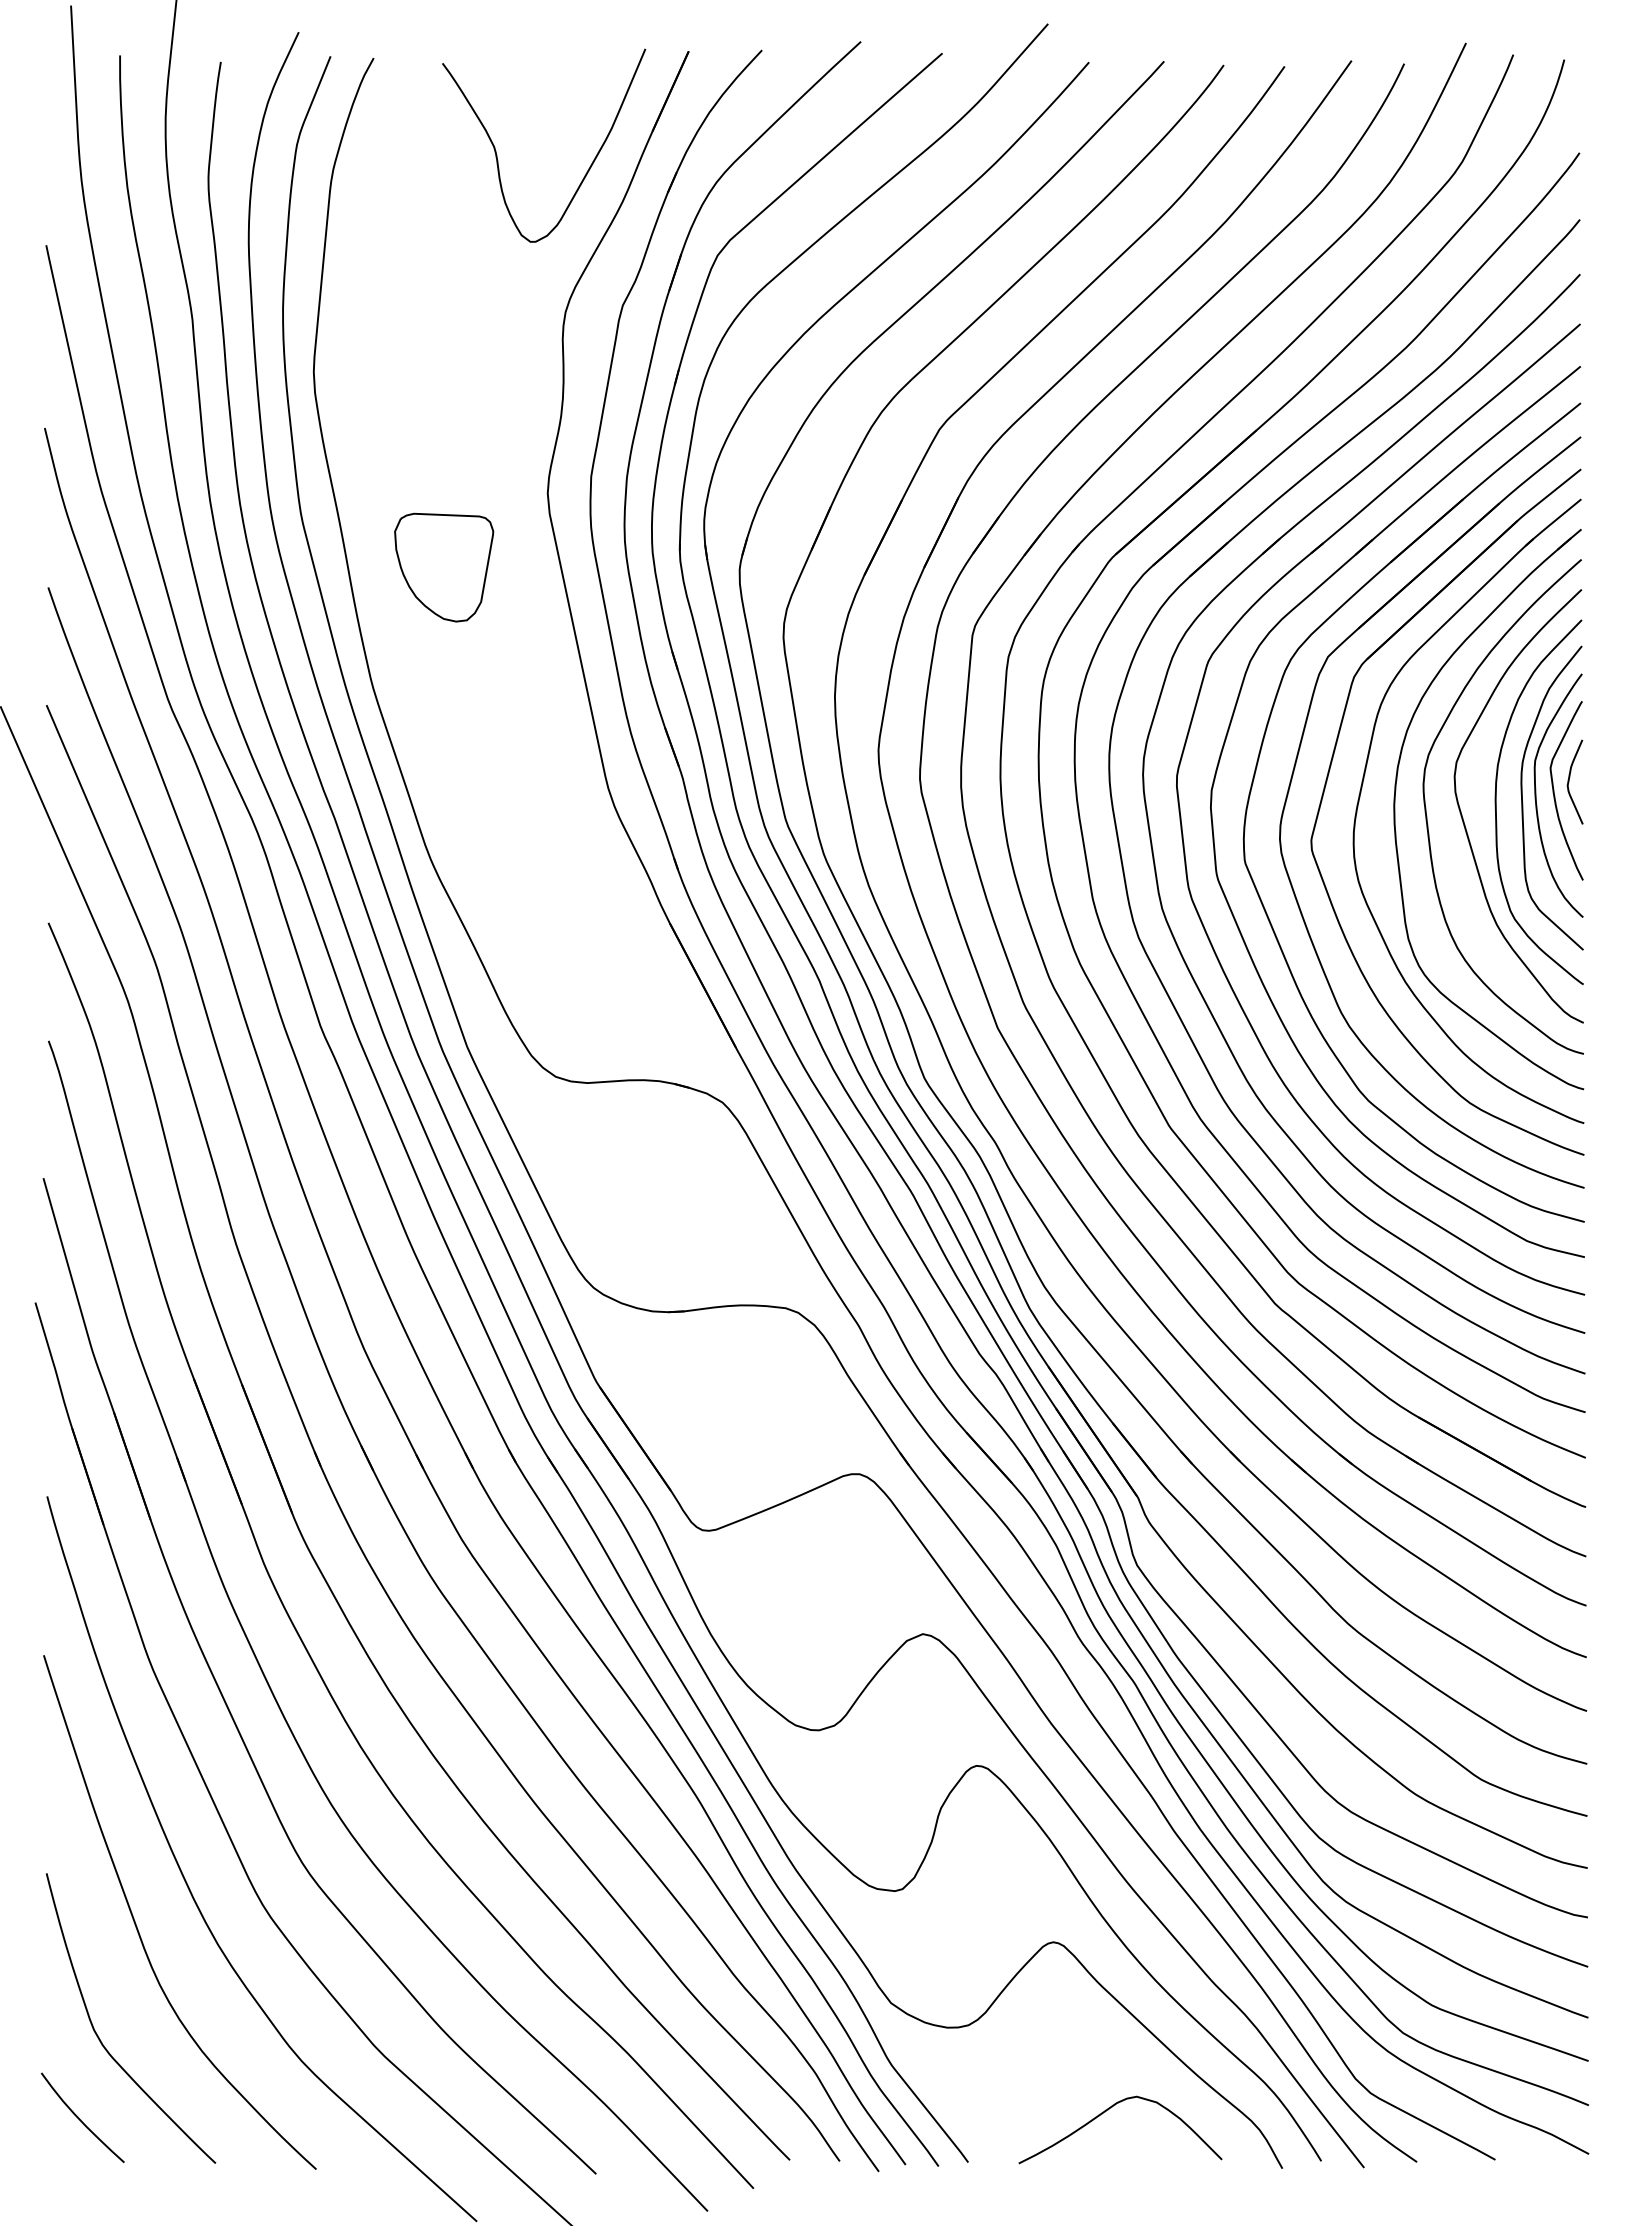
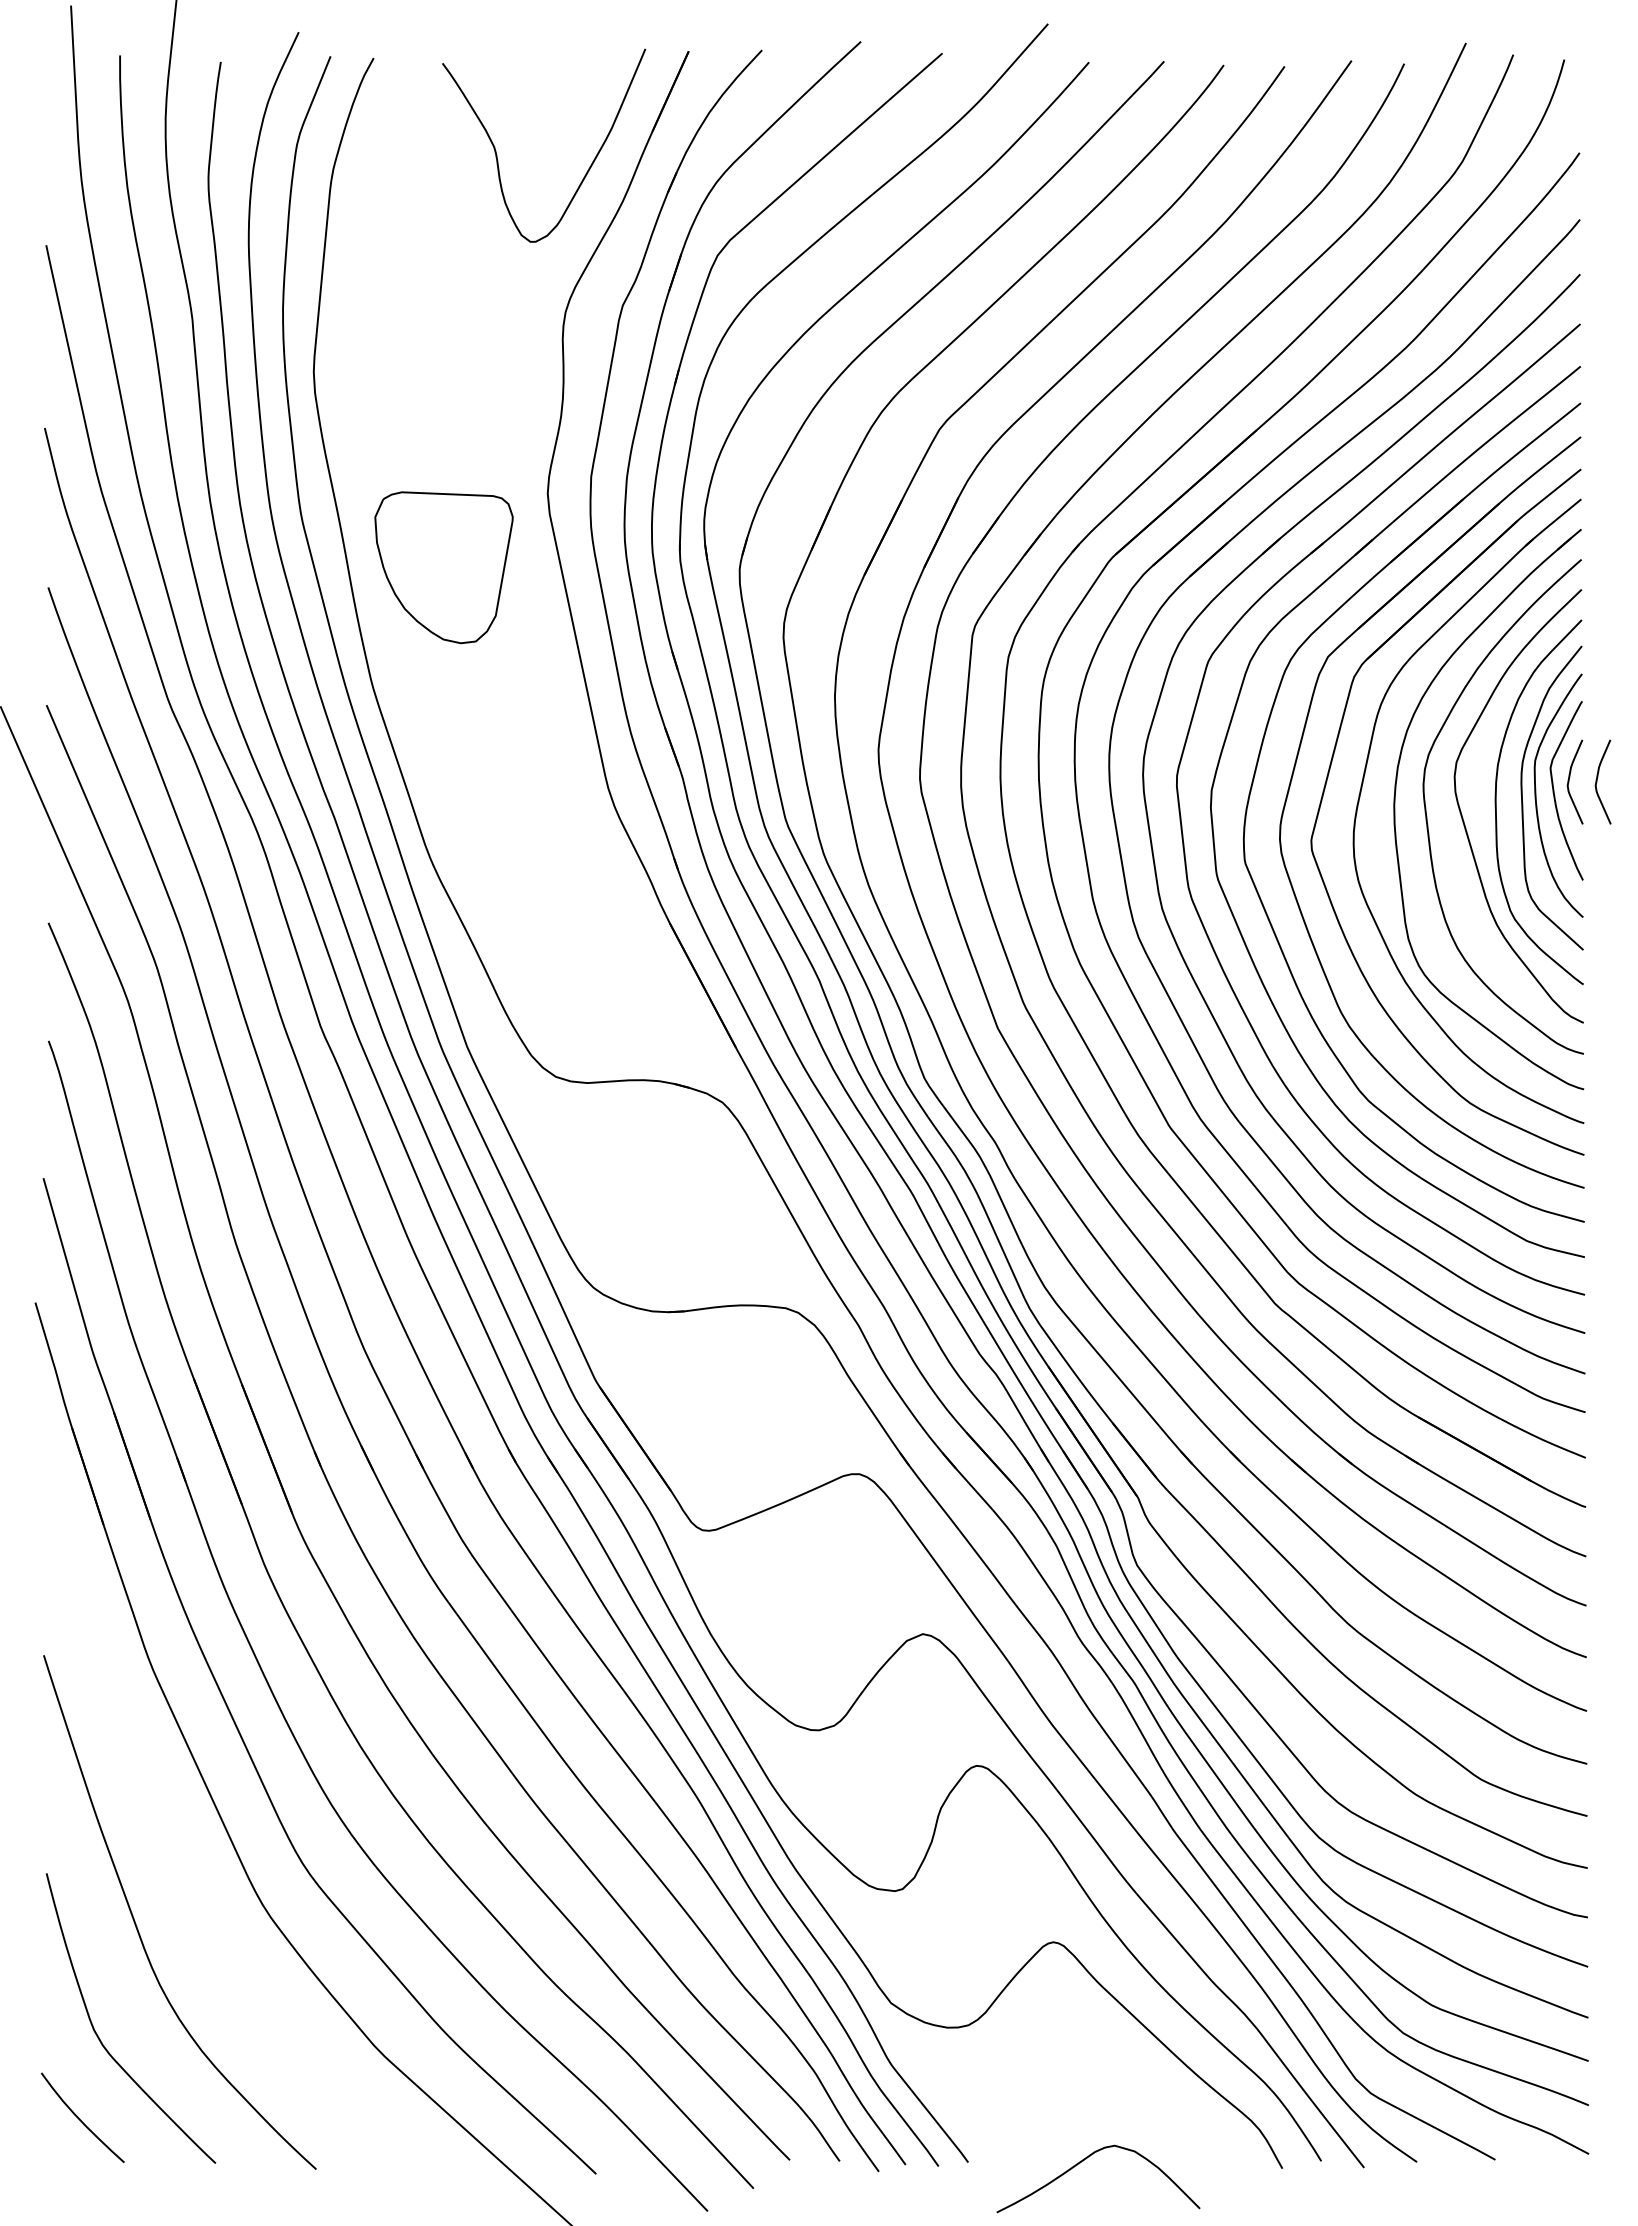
part at (444, 567) size: 101x111 px -> 140x154 px
curve at (1597, 781): none -> present
curve at (192, 1893): present -> none
curve at (1108, 2110) position: (1108, 2110) -> (1086, 2159)
